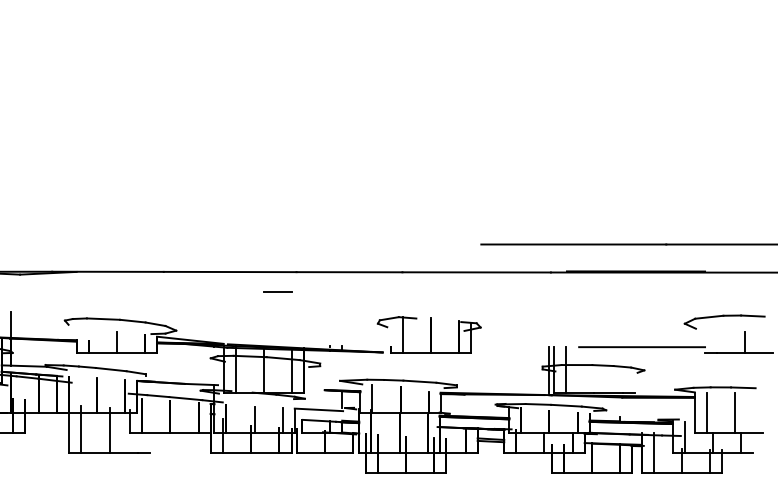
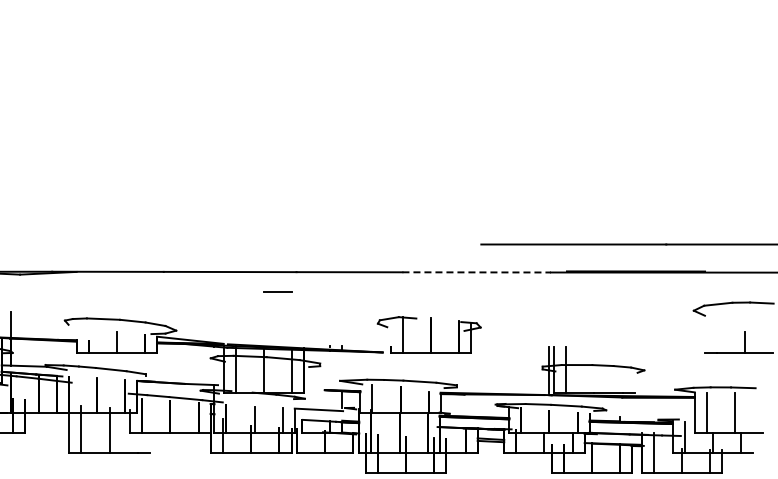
line at (477, 272): solid -> dashed
part at (724, 321) position: (724, 321) -> (733, 308)
line at (642, 347): present -> none
